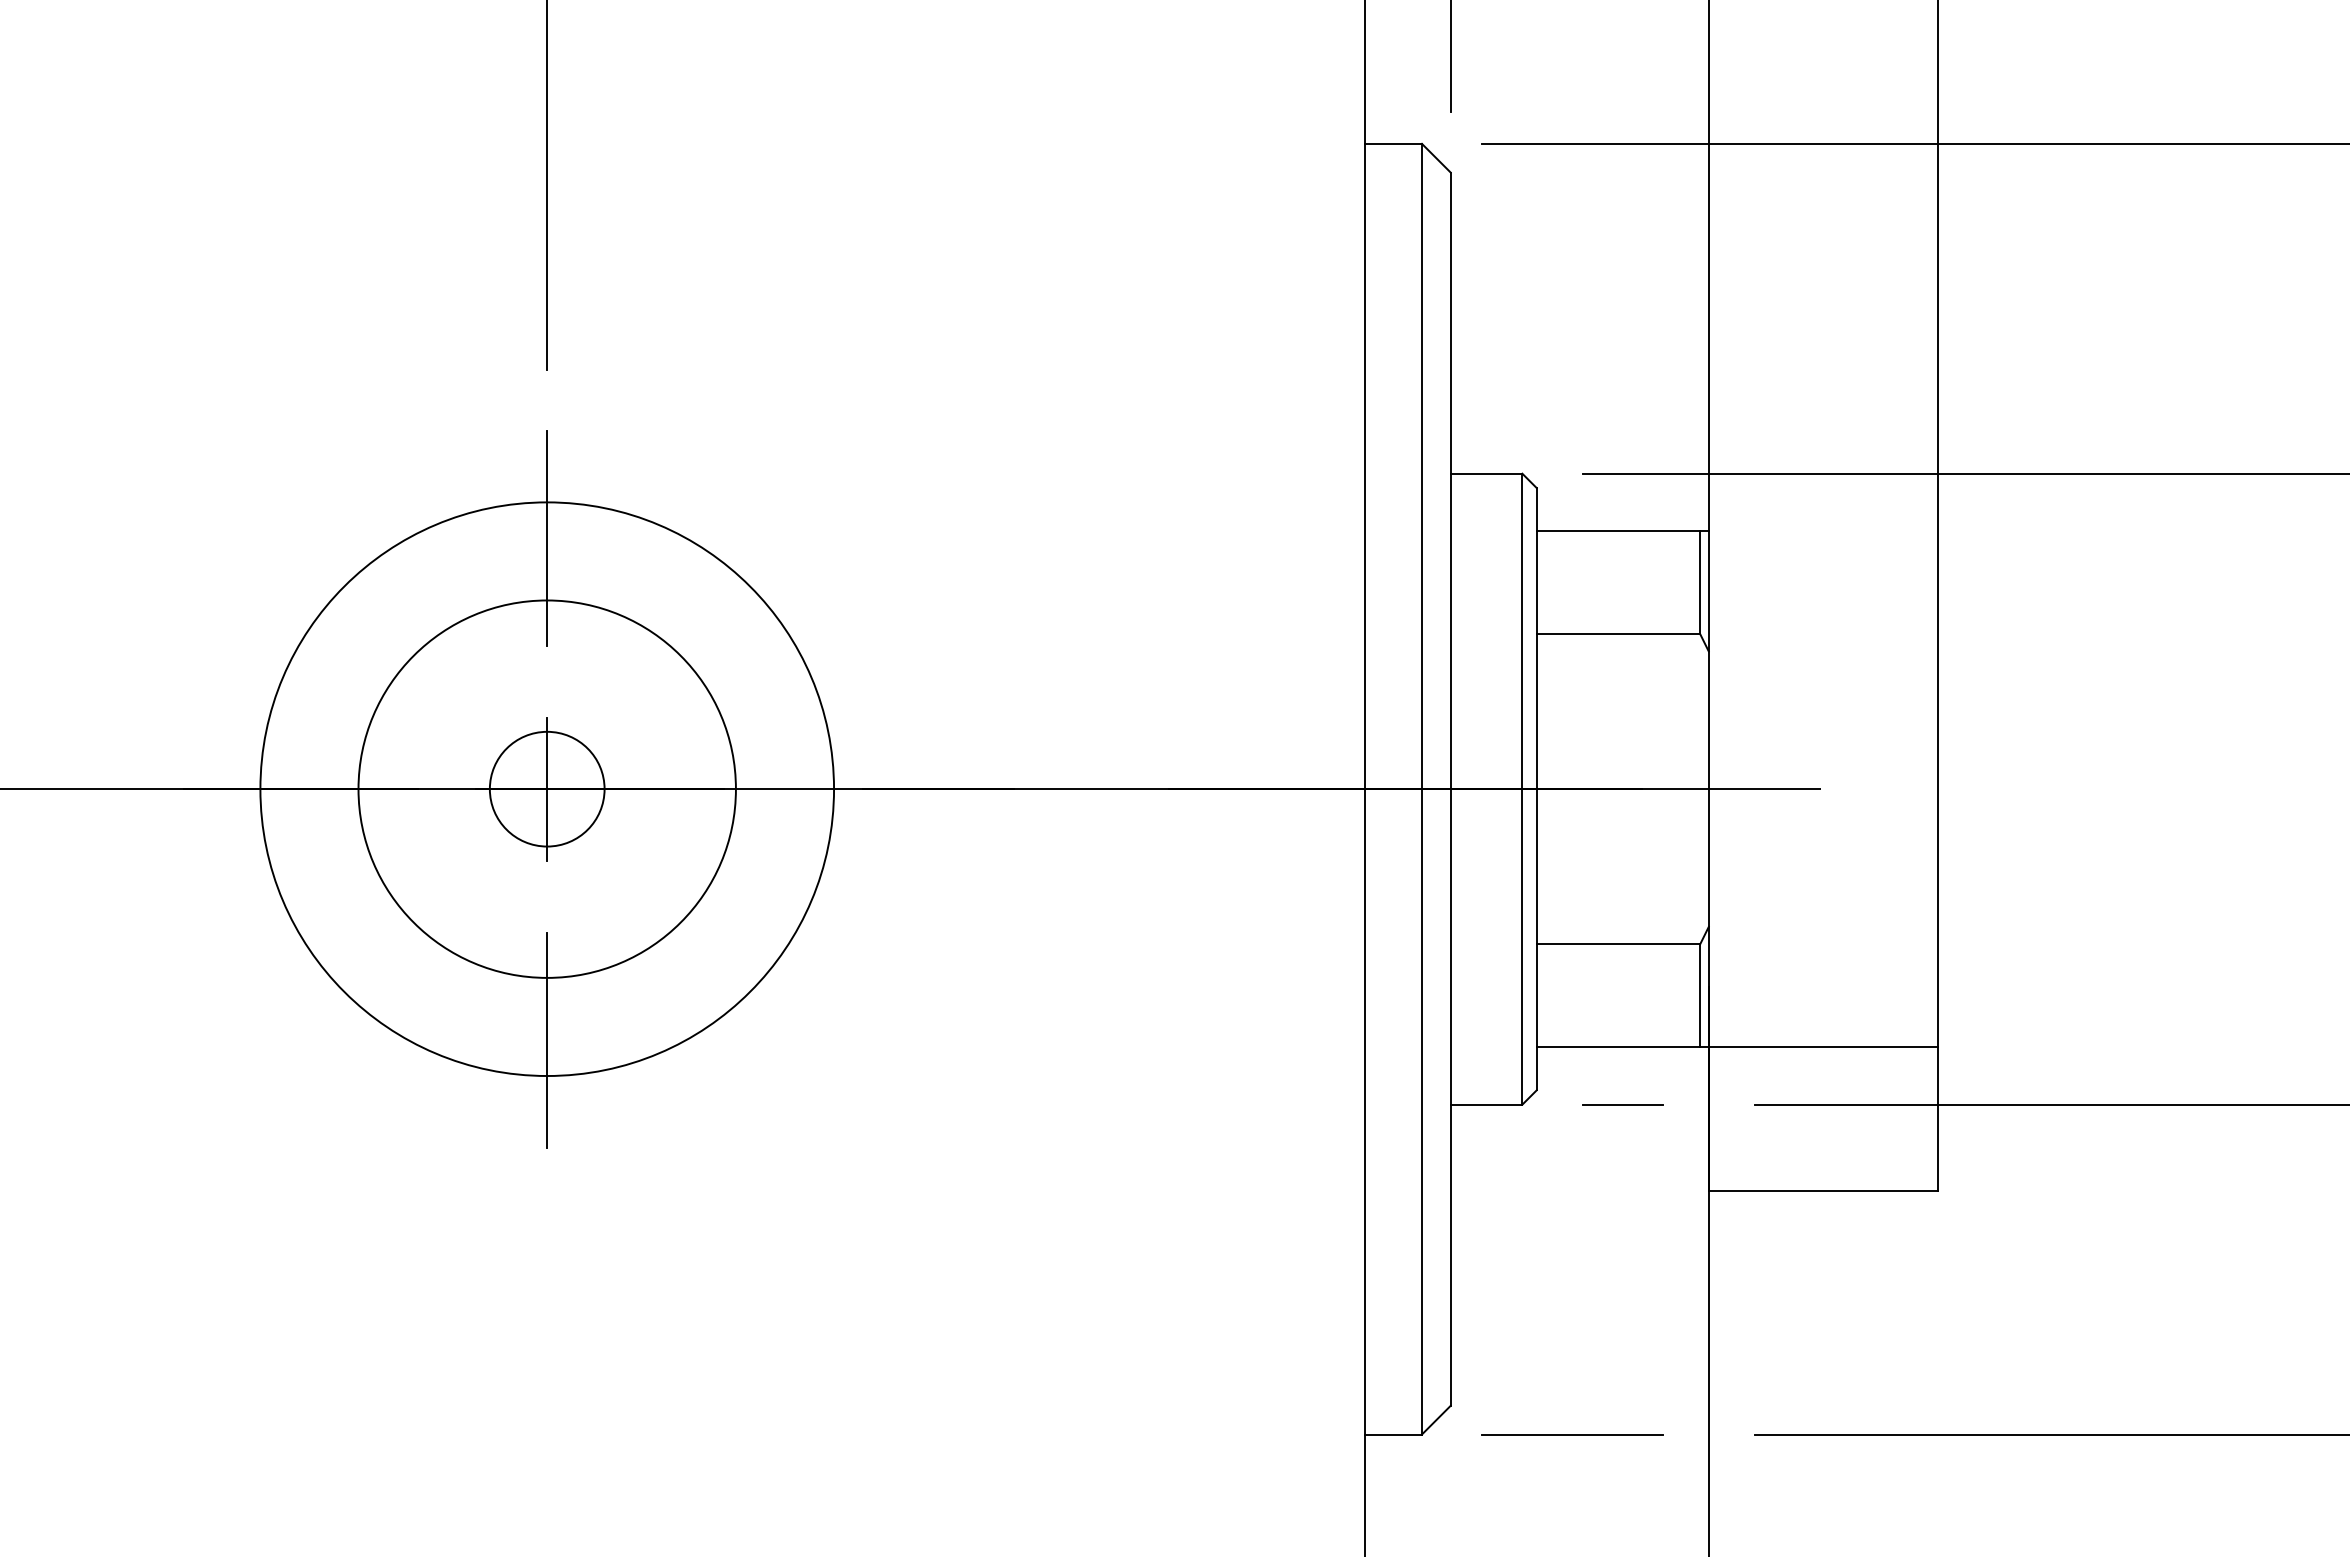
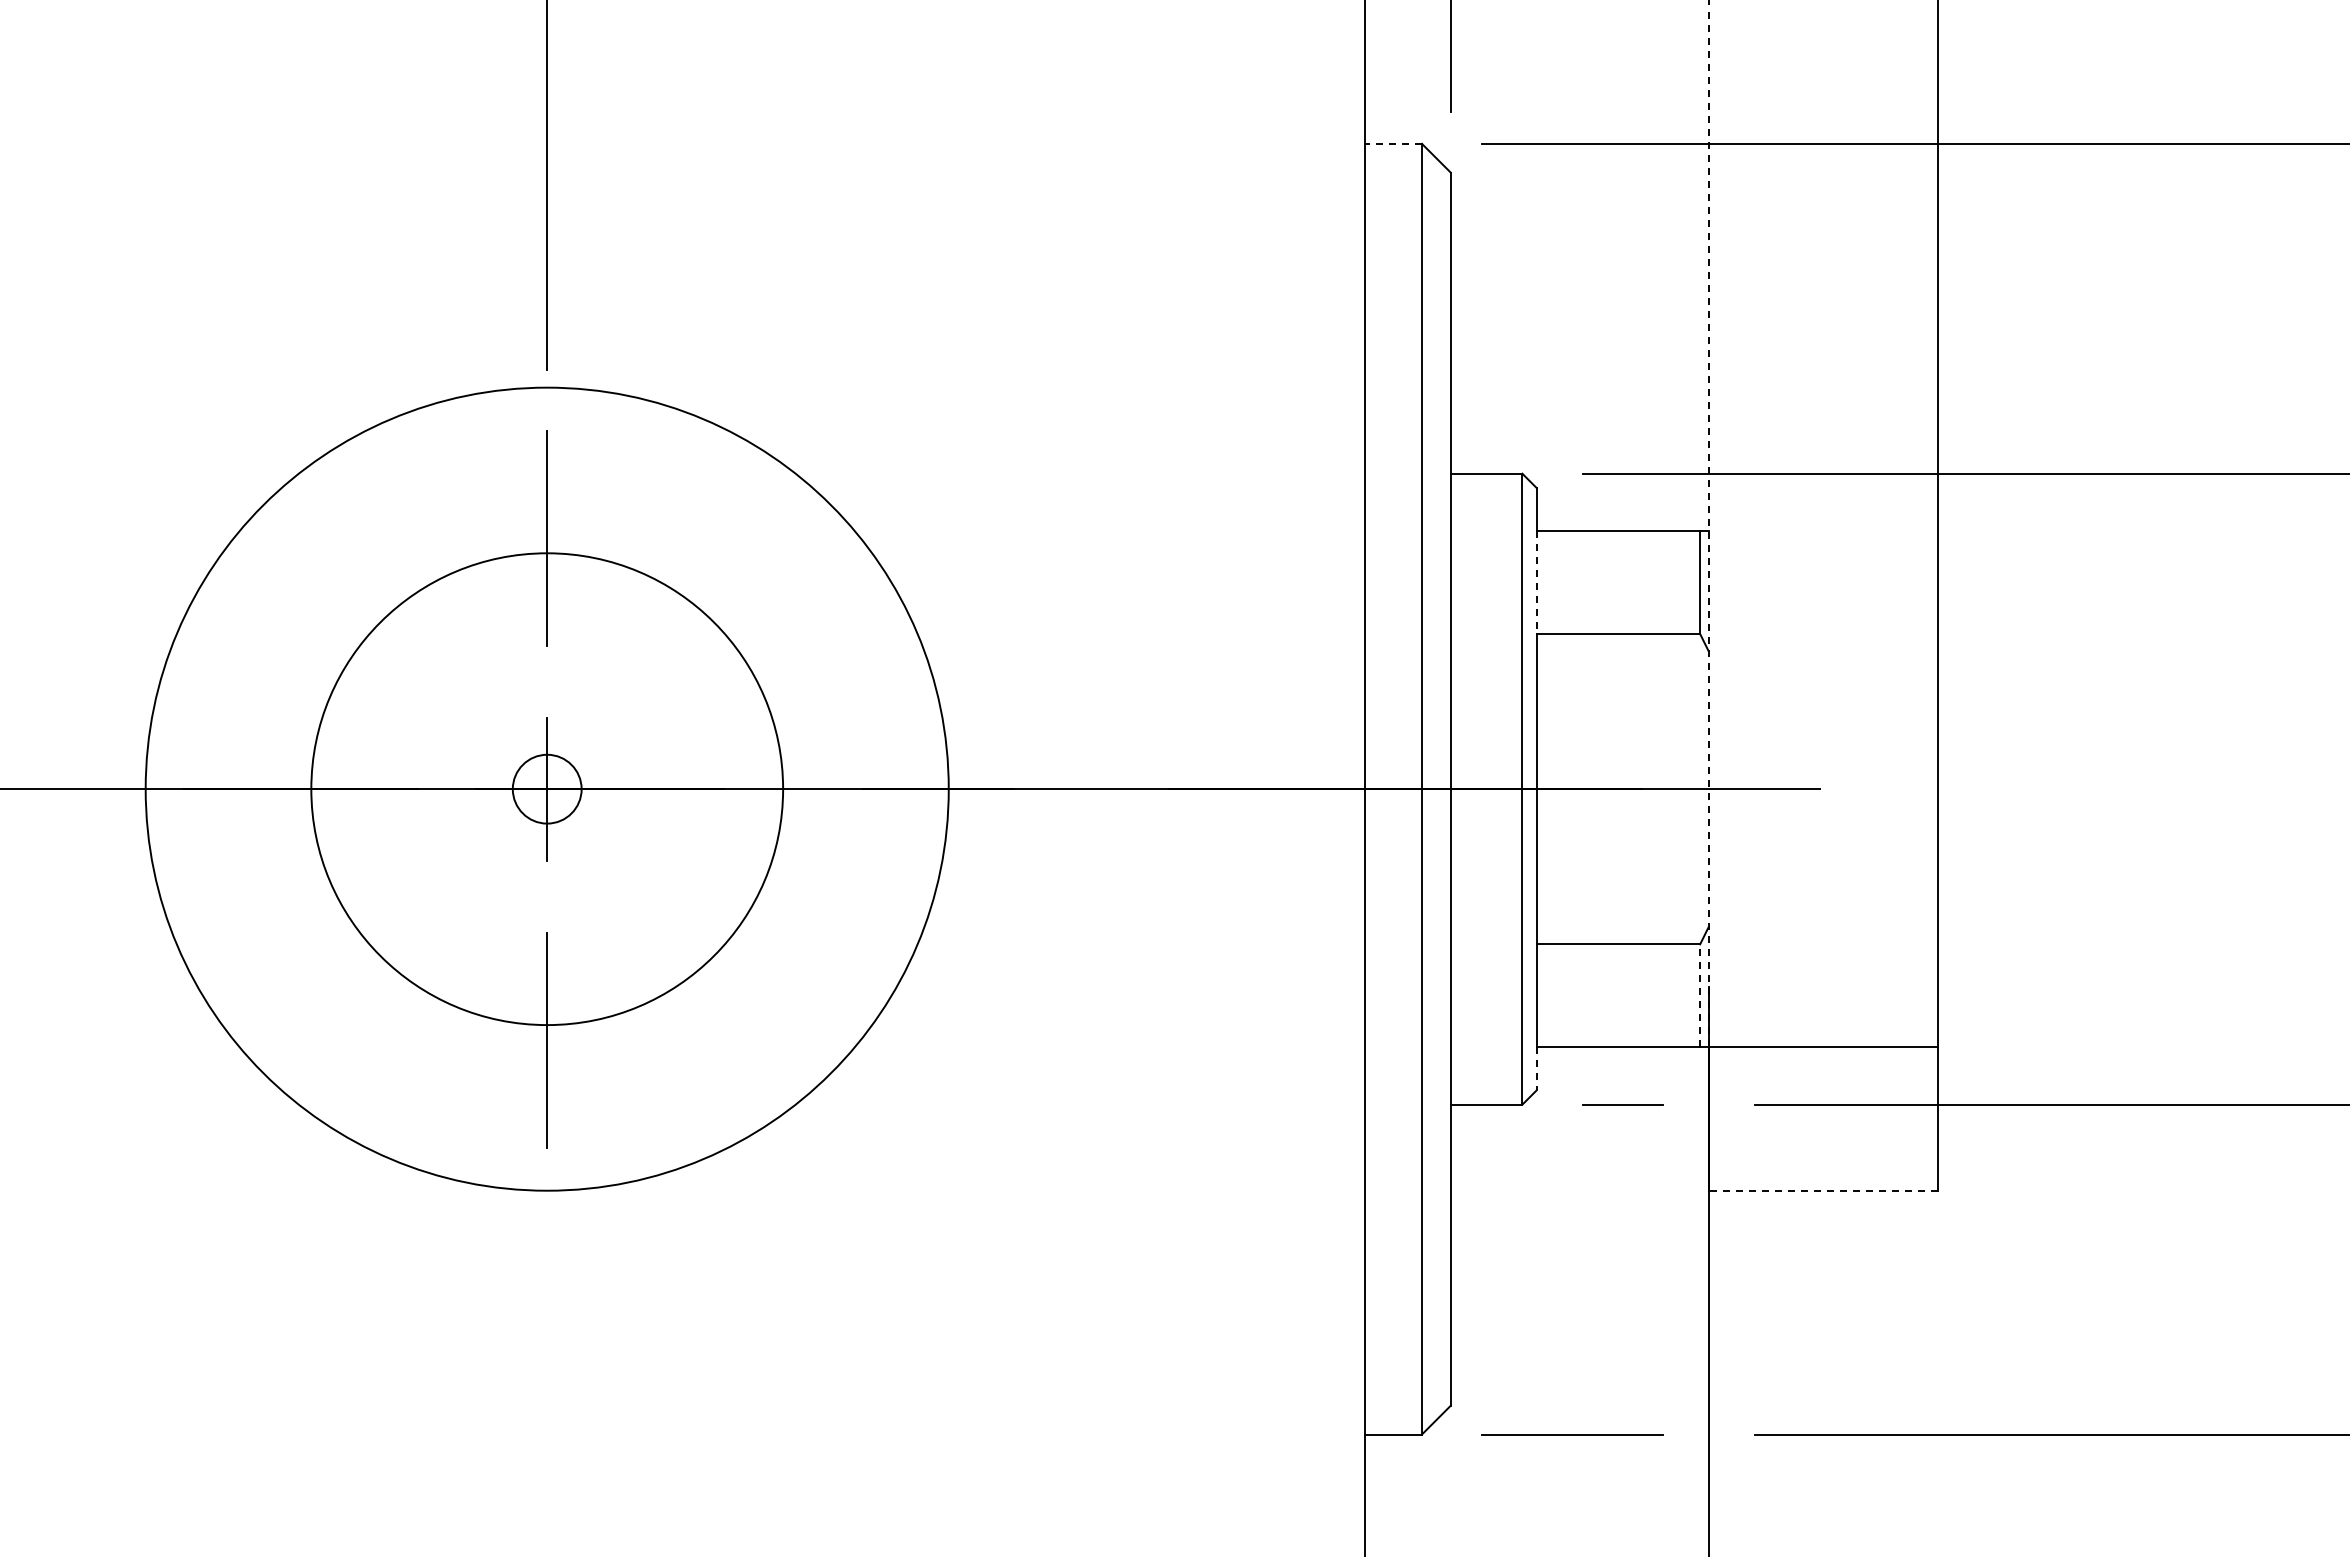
line at (1393, 143): solid -> dashed
line at (1708, 523): solid -> dashed
line at (1536, 582): solid -> dashed
circle at (546, 788) diameter: 115 px -> 69 px
circle at (546, 788) diameter: 377 px -> 472 px
circle at (547, 789) diameter: 574 px -> 803 px
line at (1700, 995): solid -> dashed
line at (1536, 1068): solid -> dashed
line at (1823, 1190): solid -> dashed
